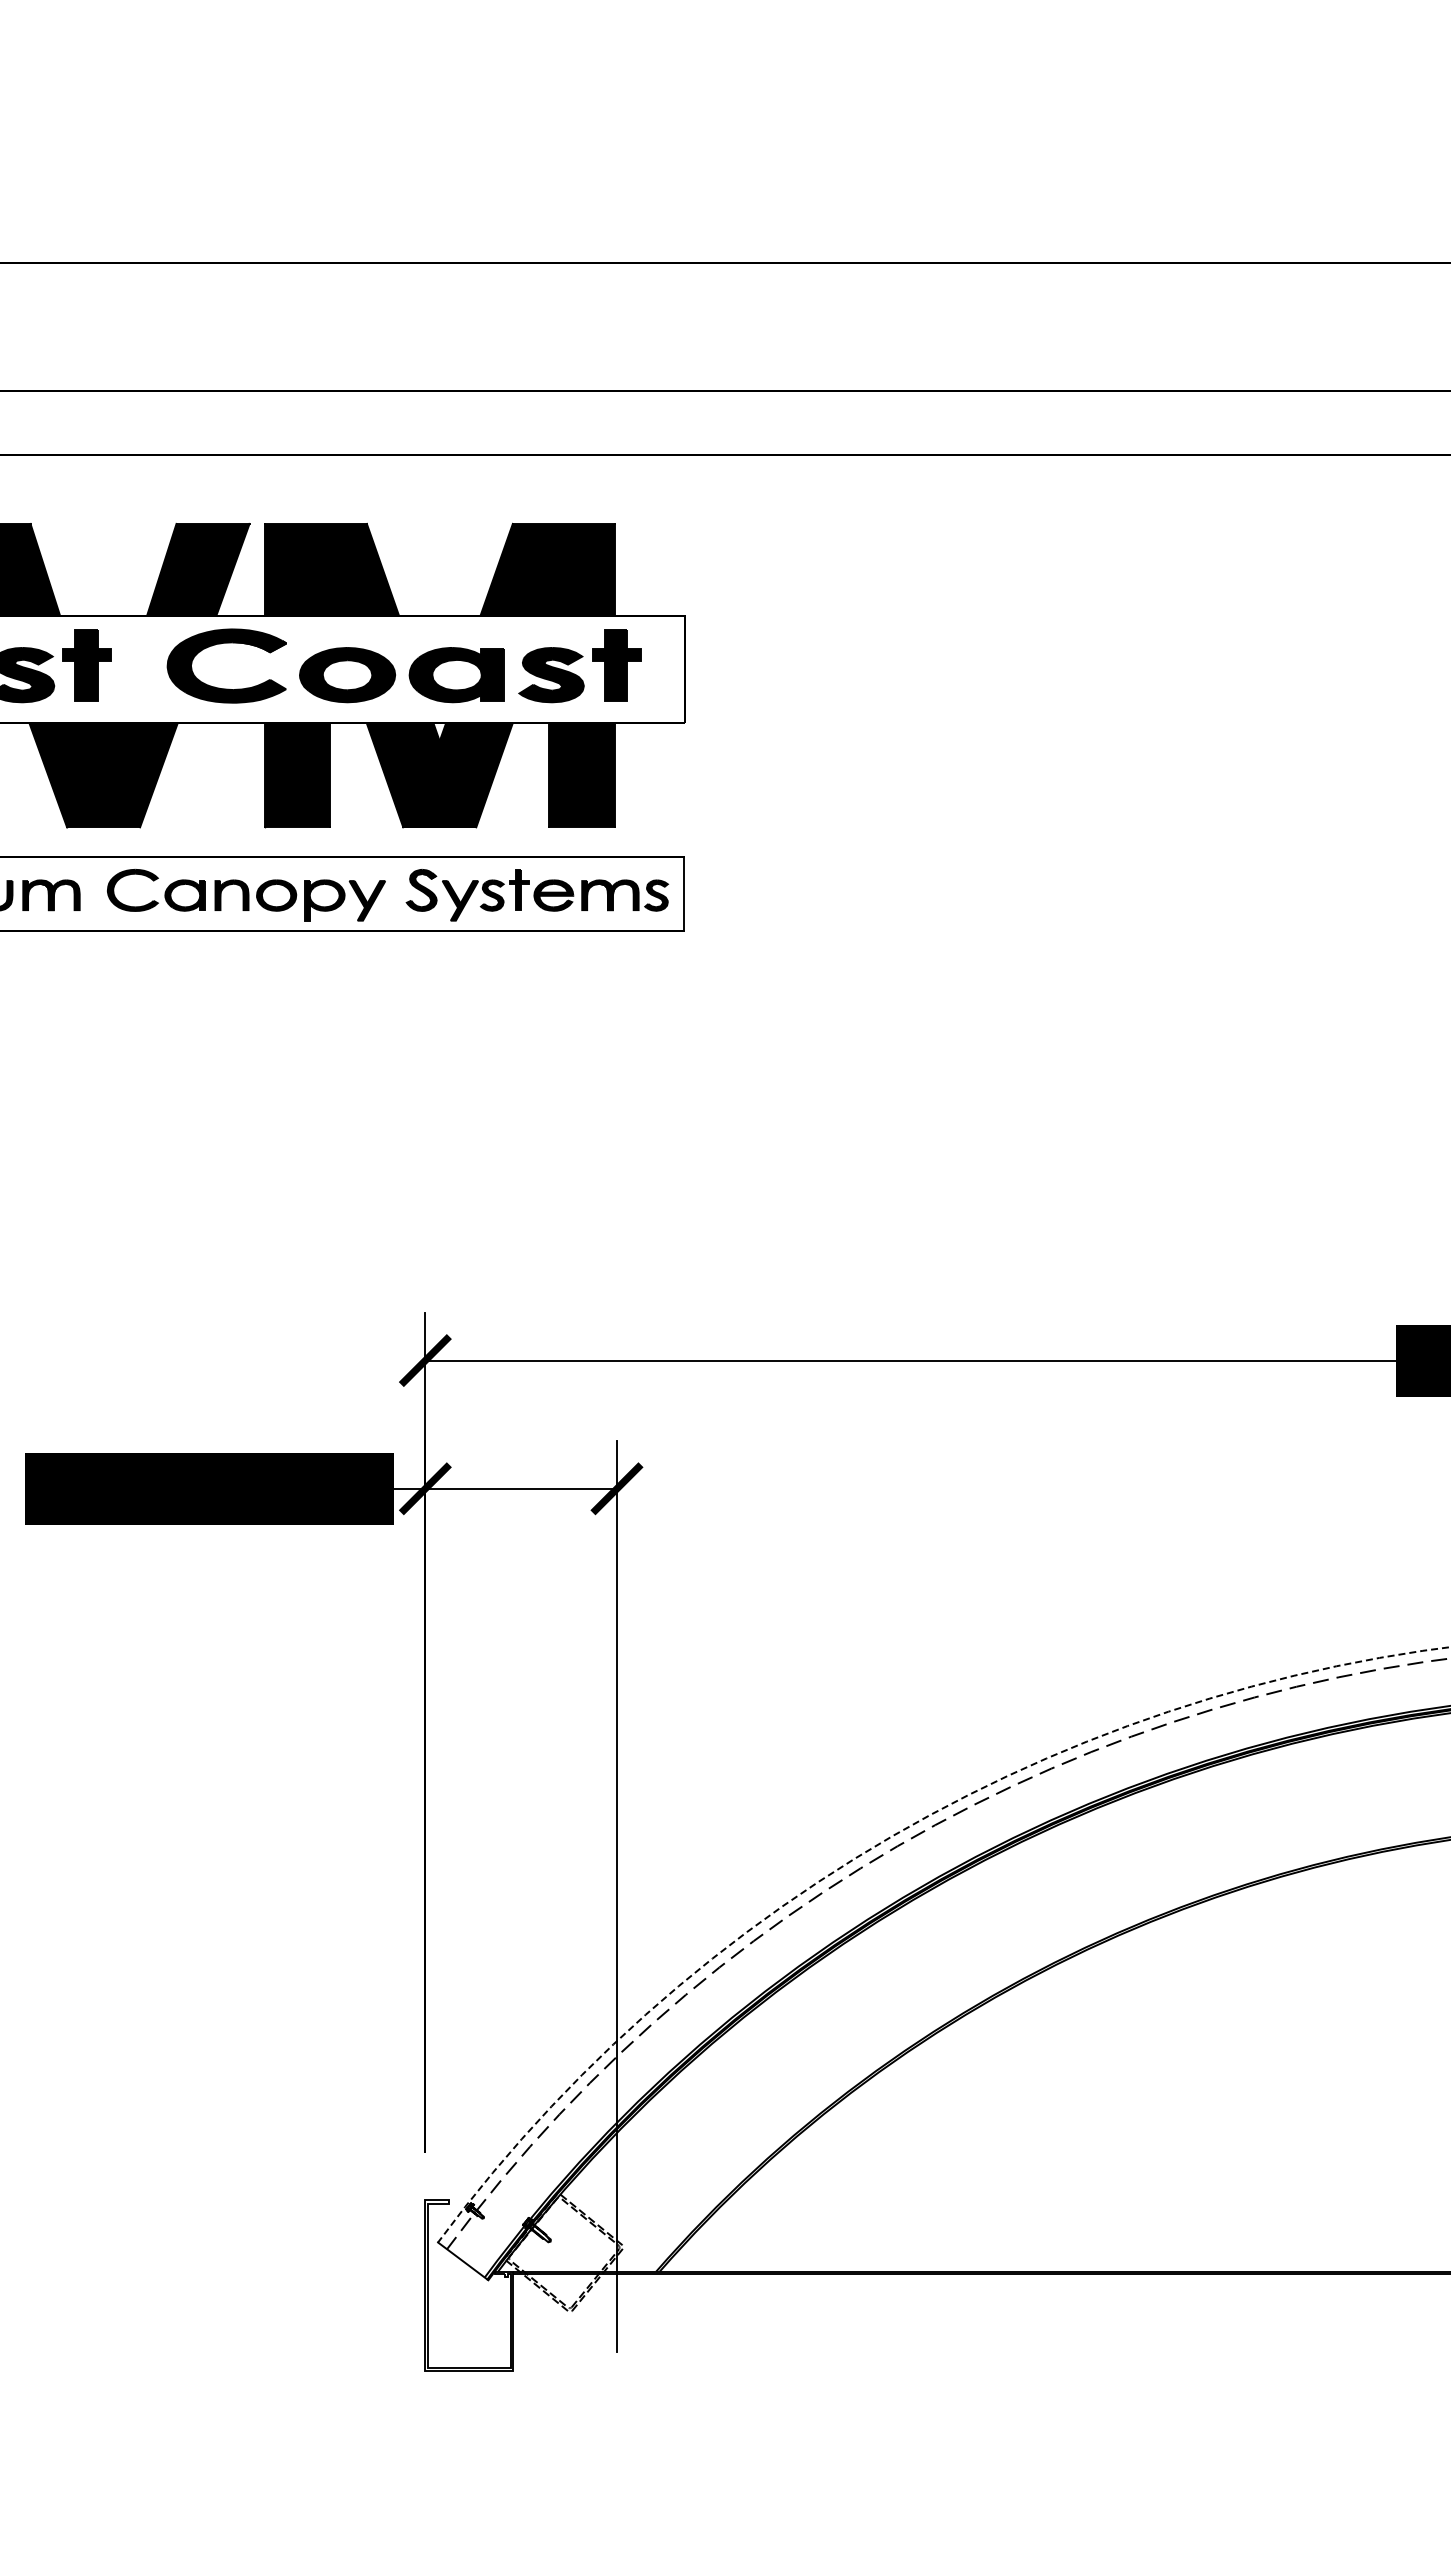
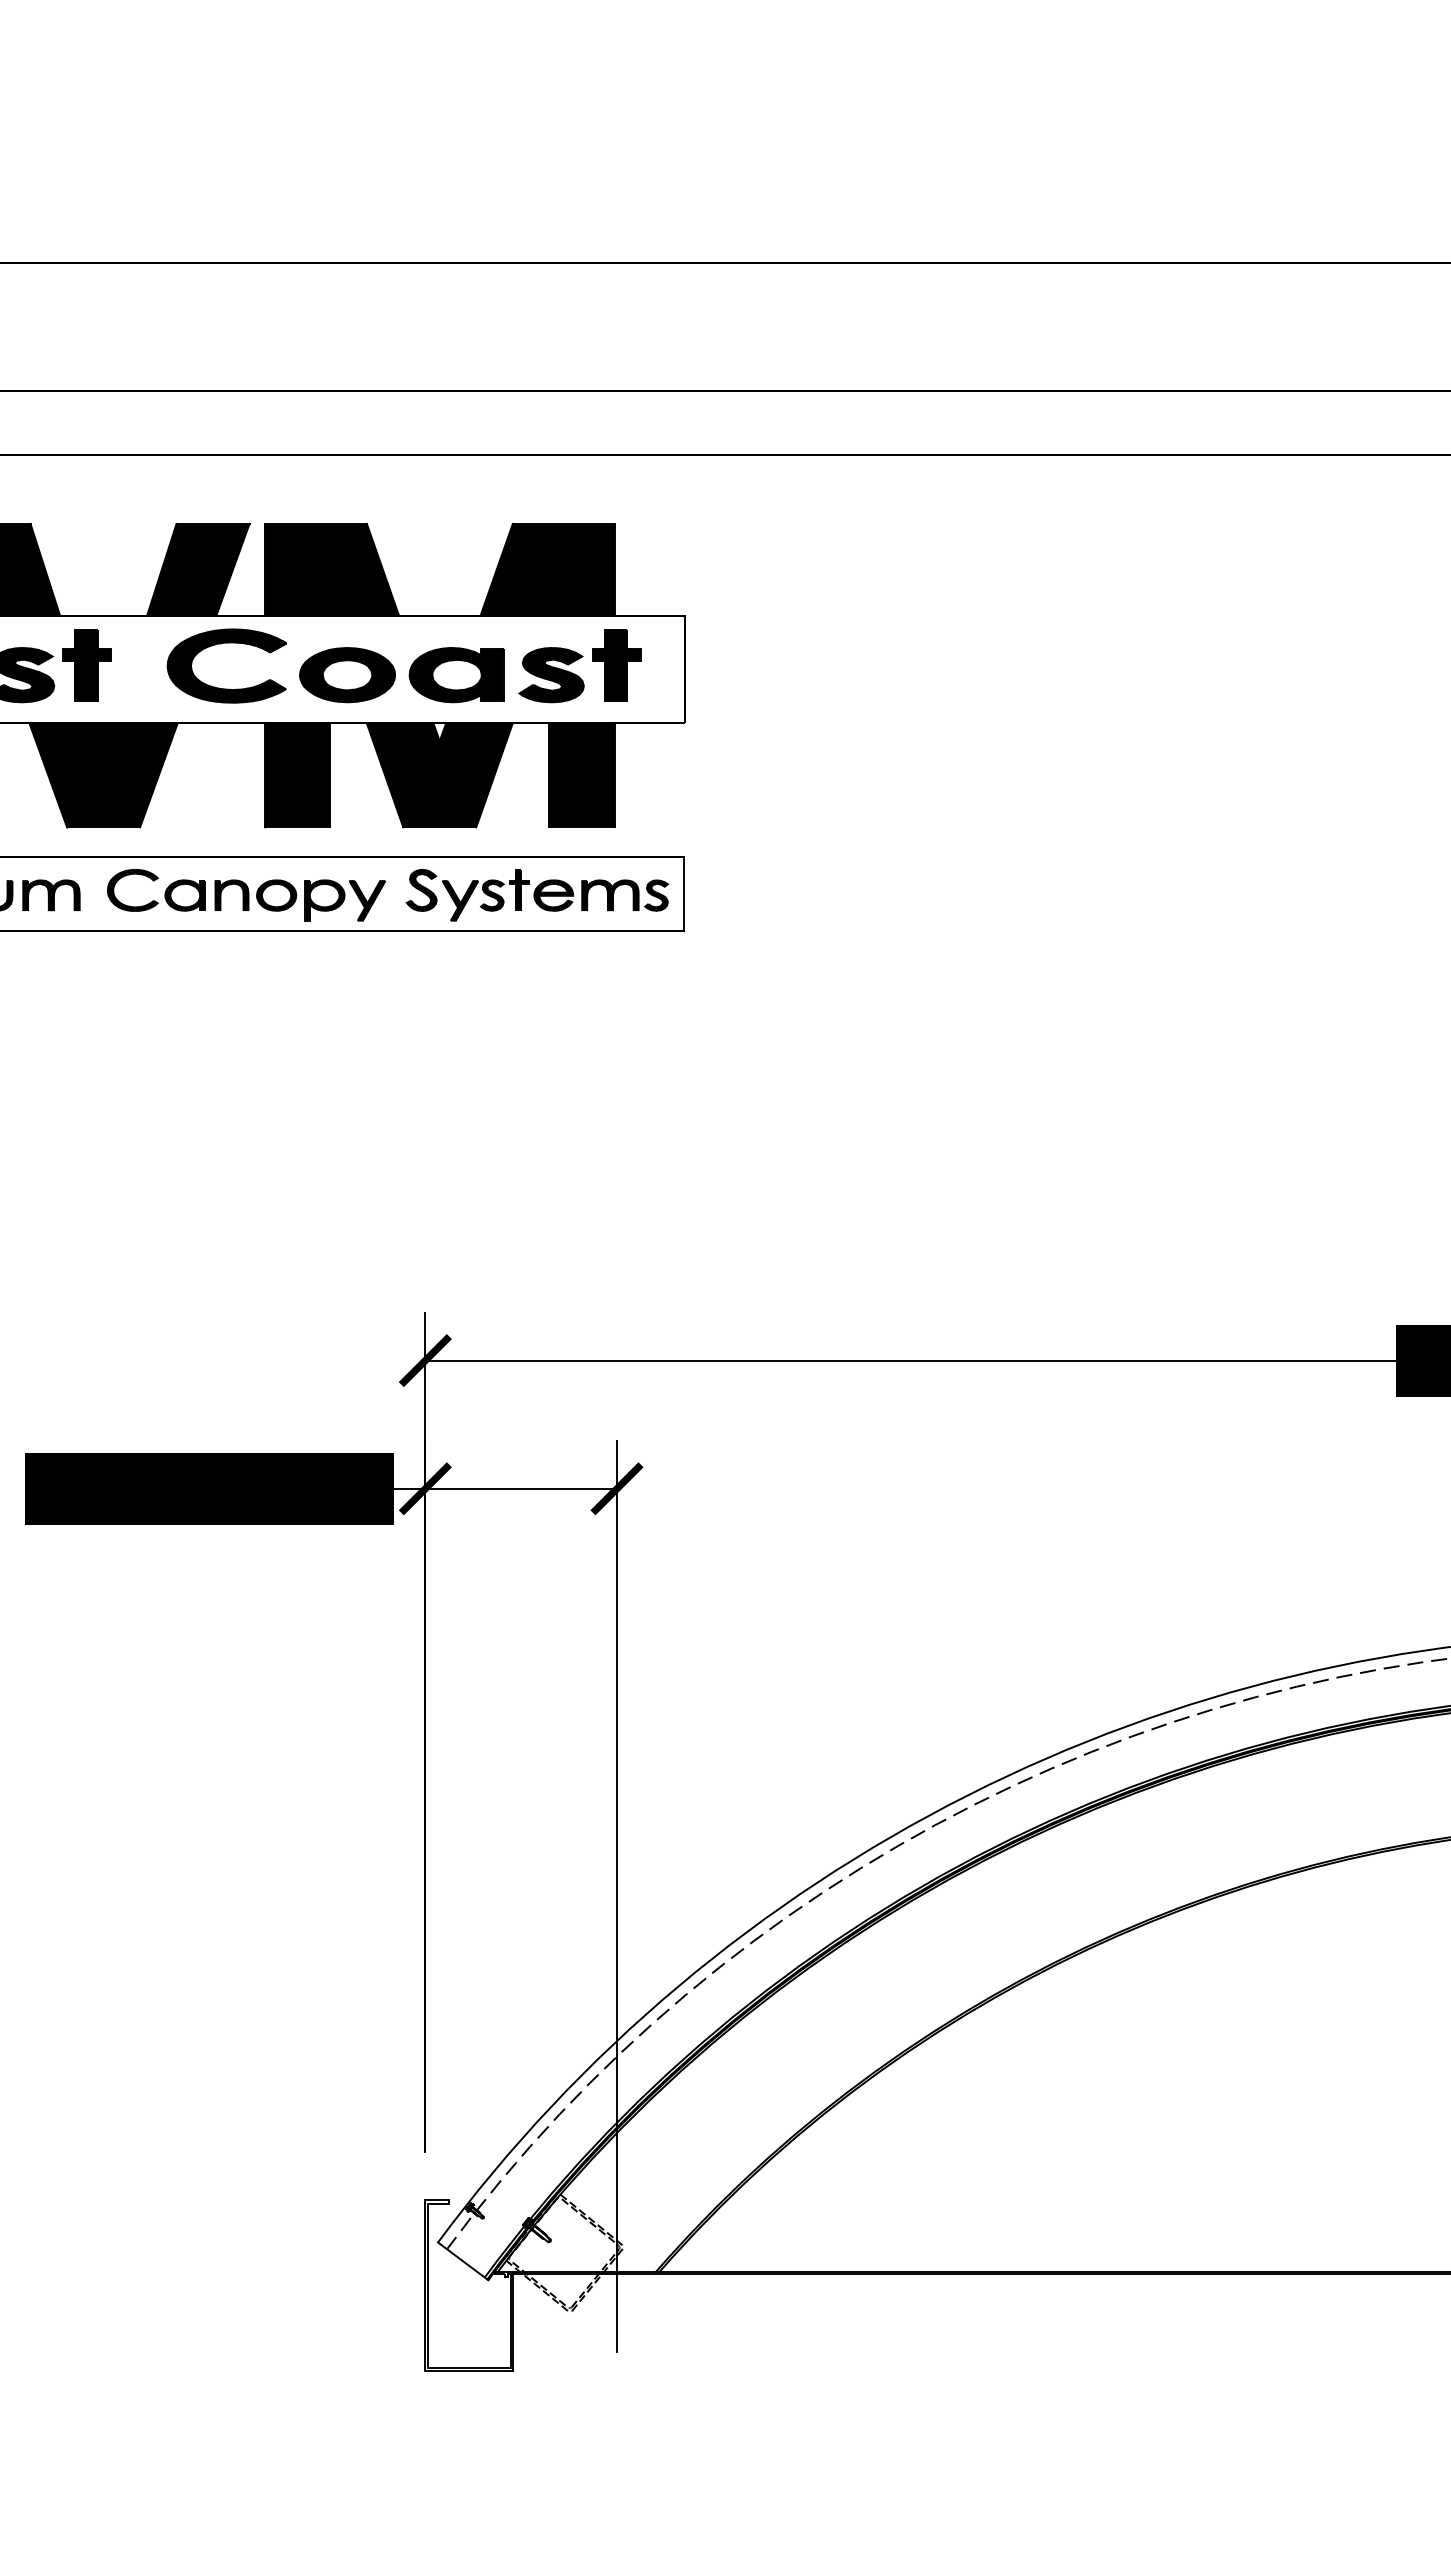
arc at (883, 1841): dashed -> solid
